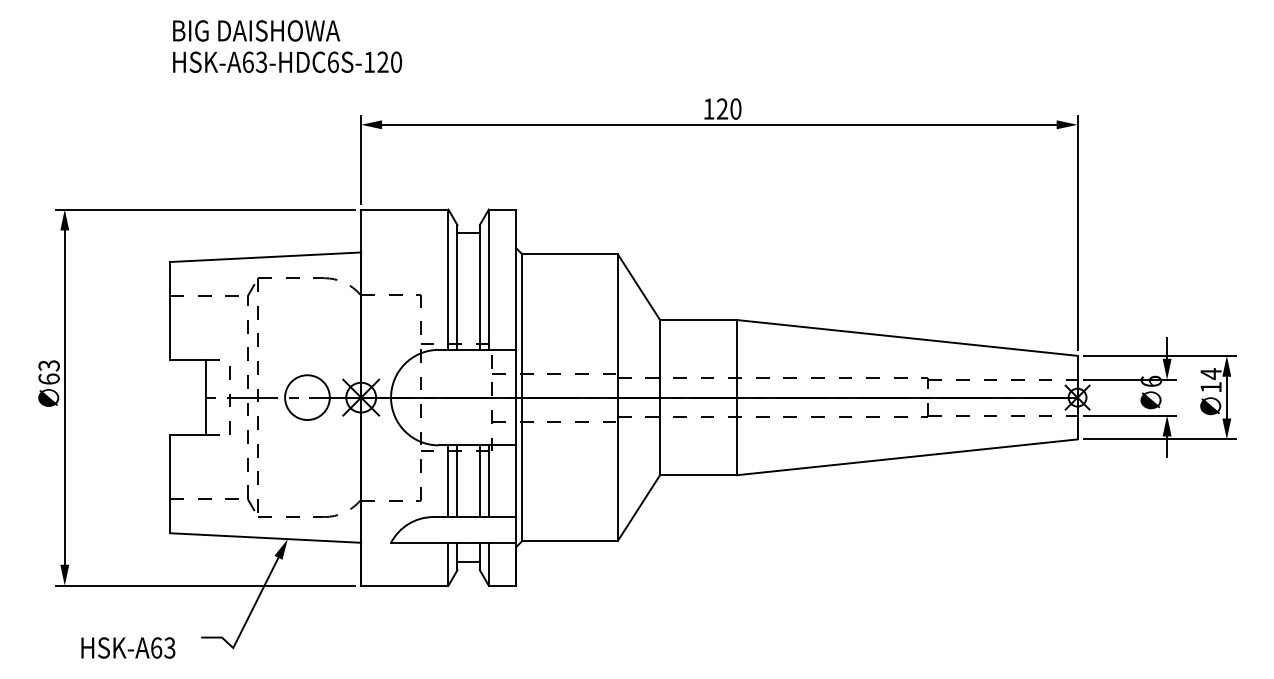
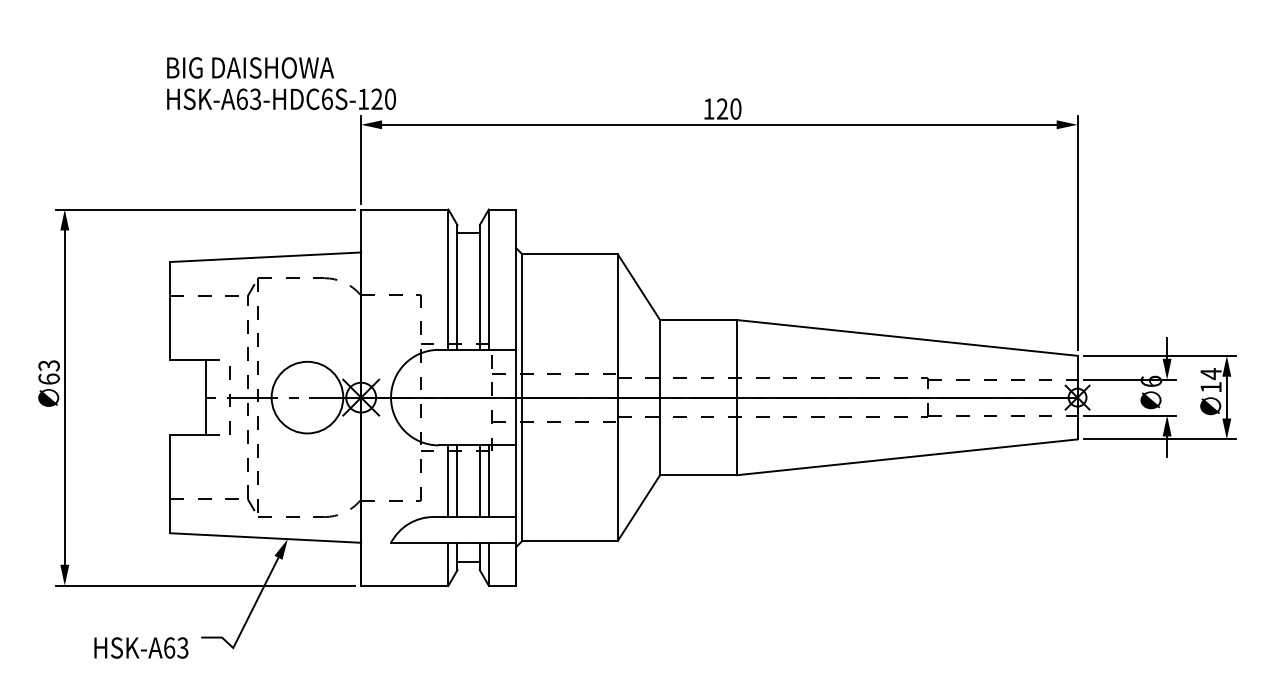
text at (287, 46) position: (287, 46) -> (281, 83)
circle at (307, 397) diameter: 45 px -> 72 px
text at (128, 647) position: (128, 647) -> (141, 647)
